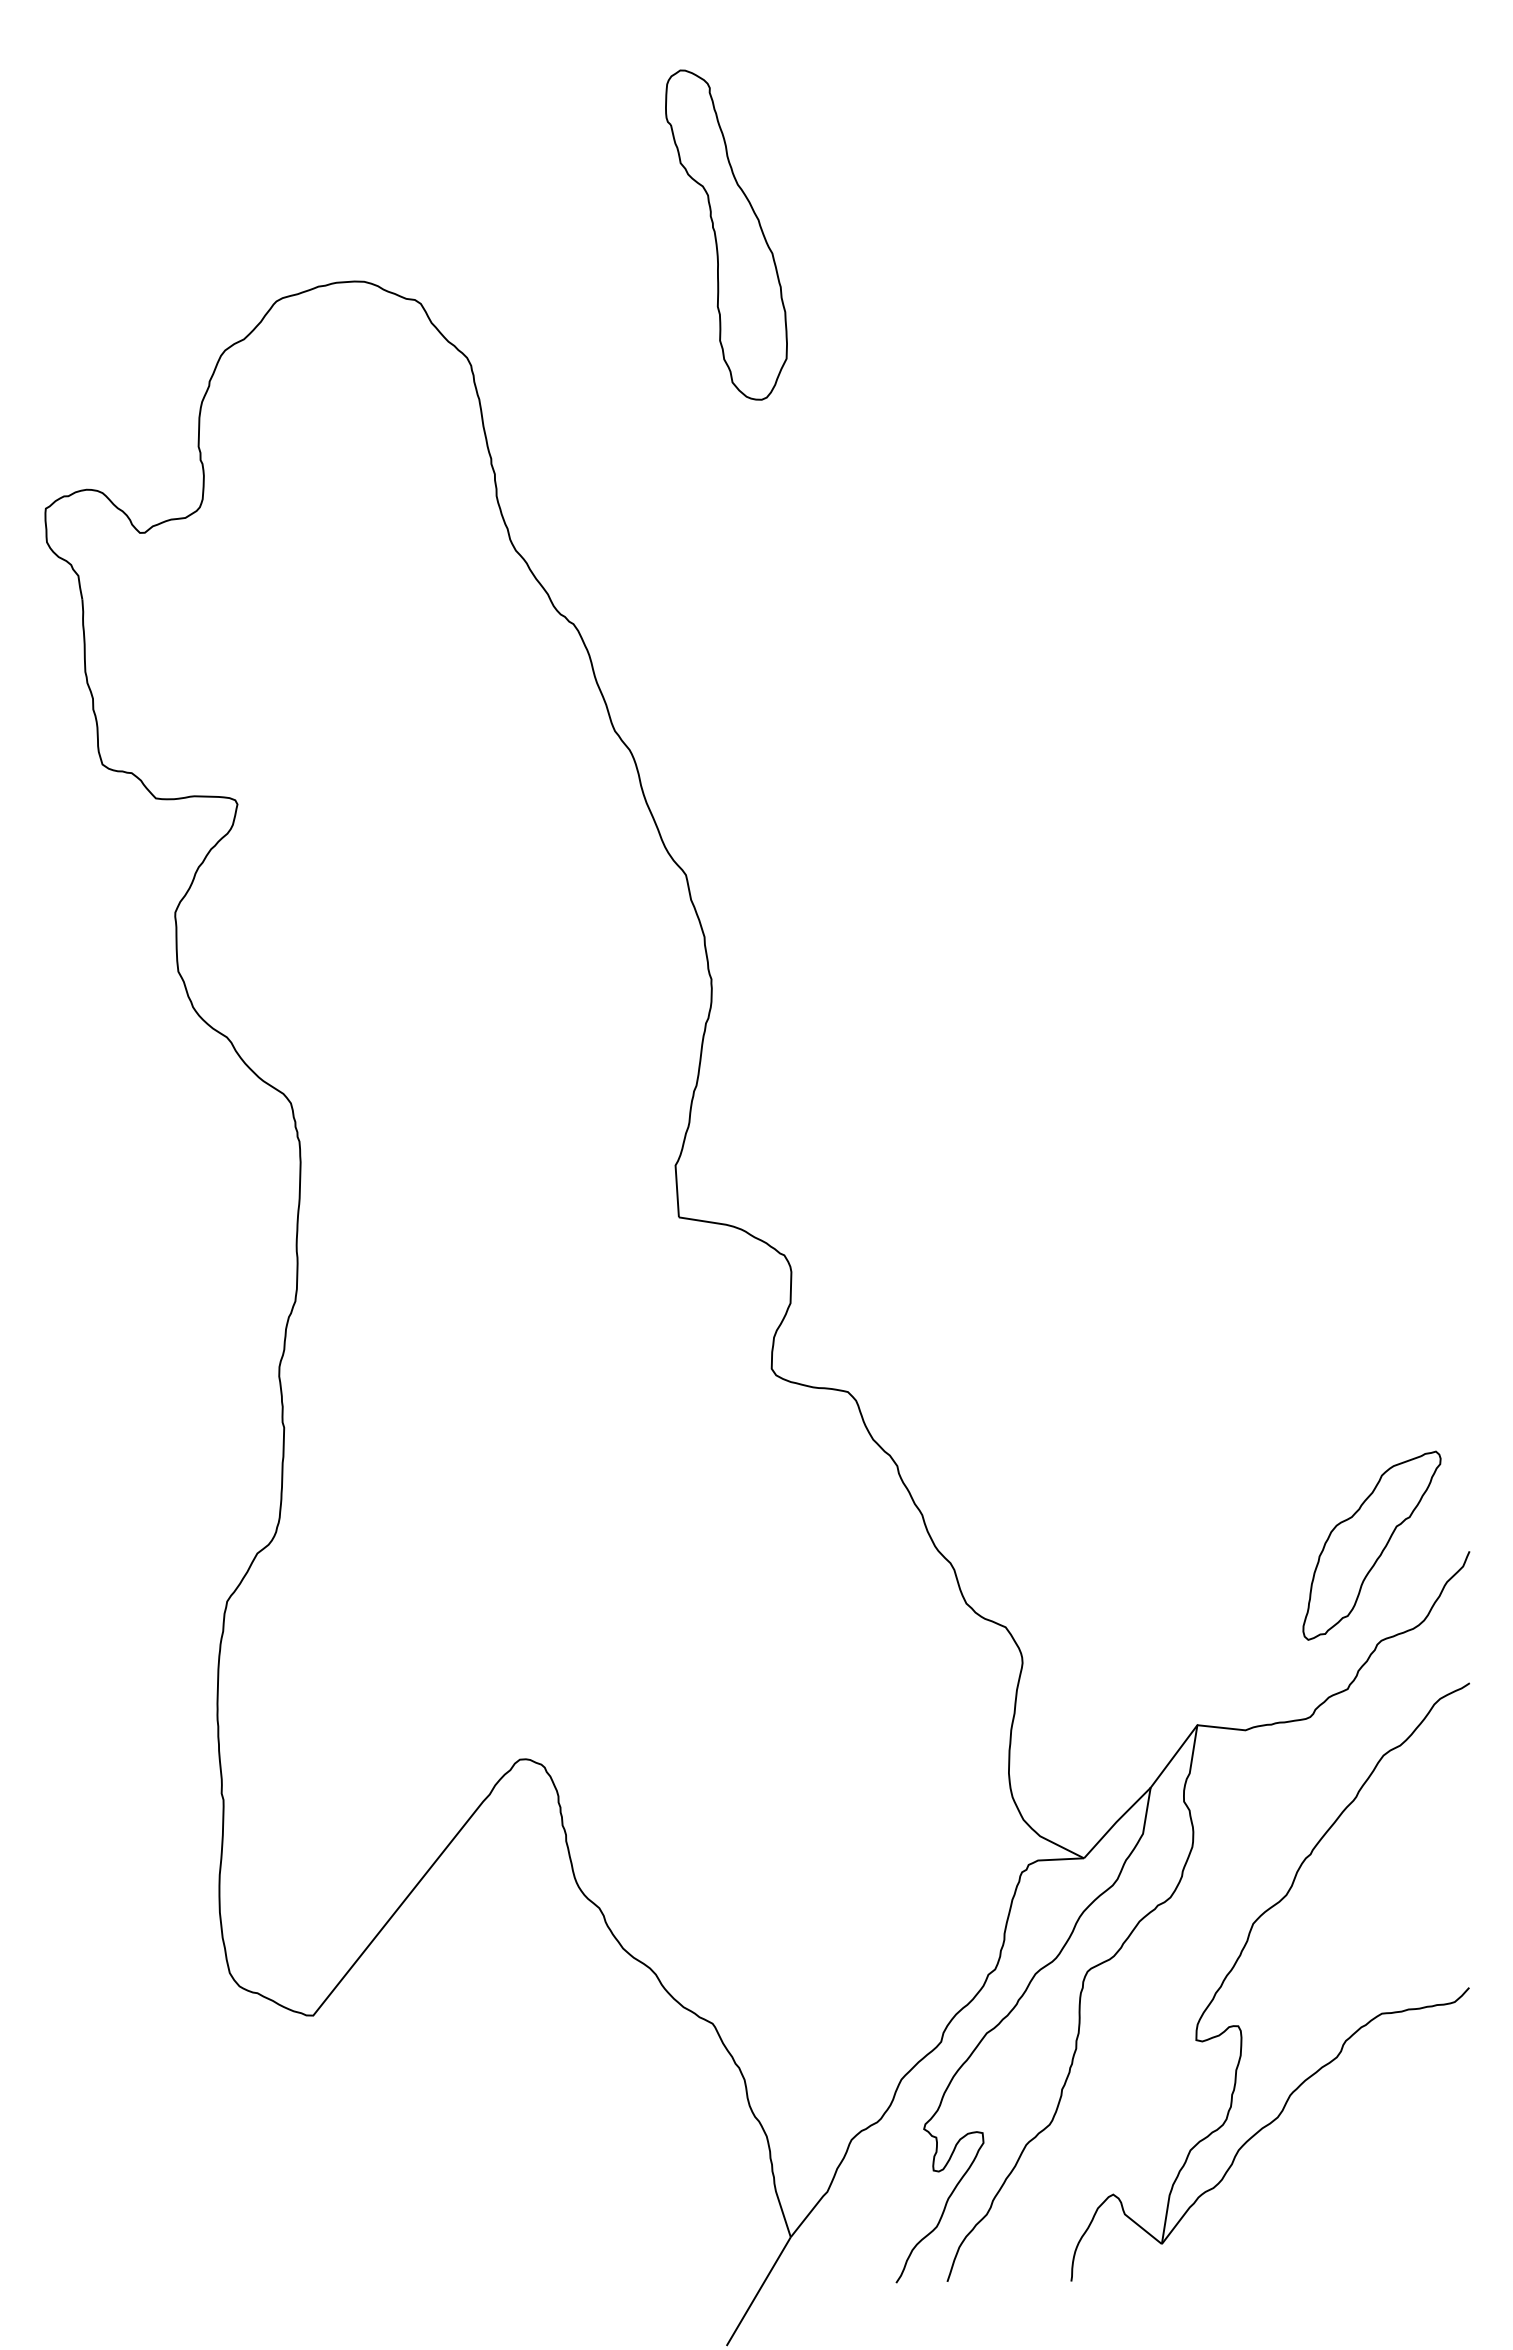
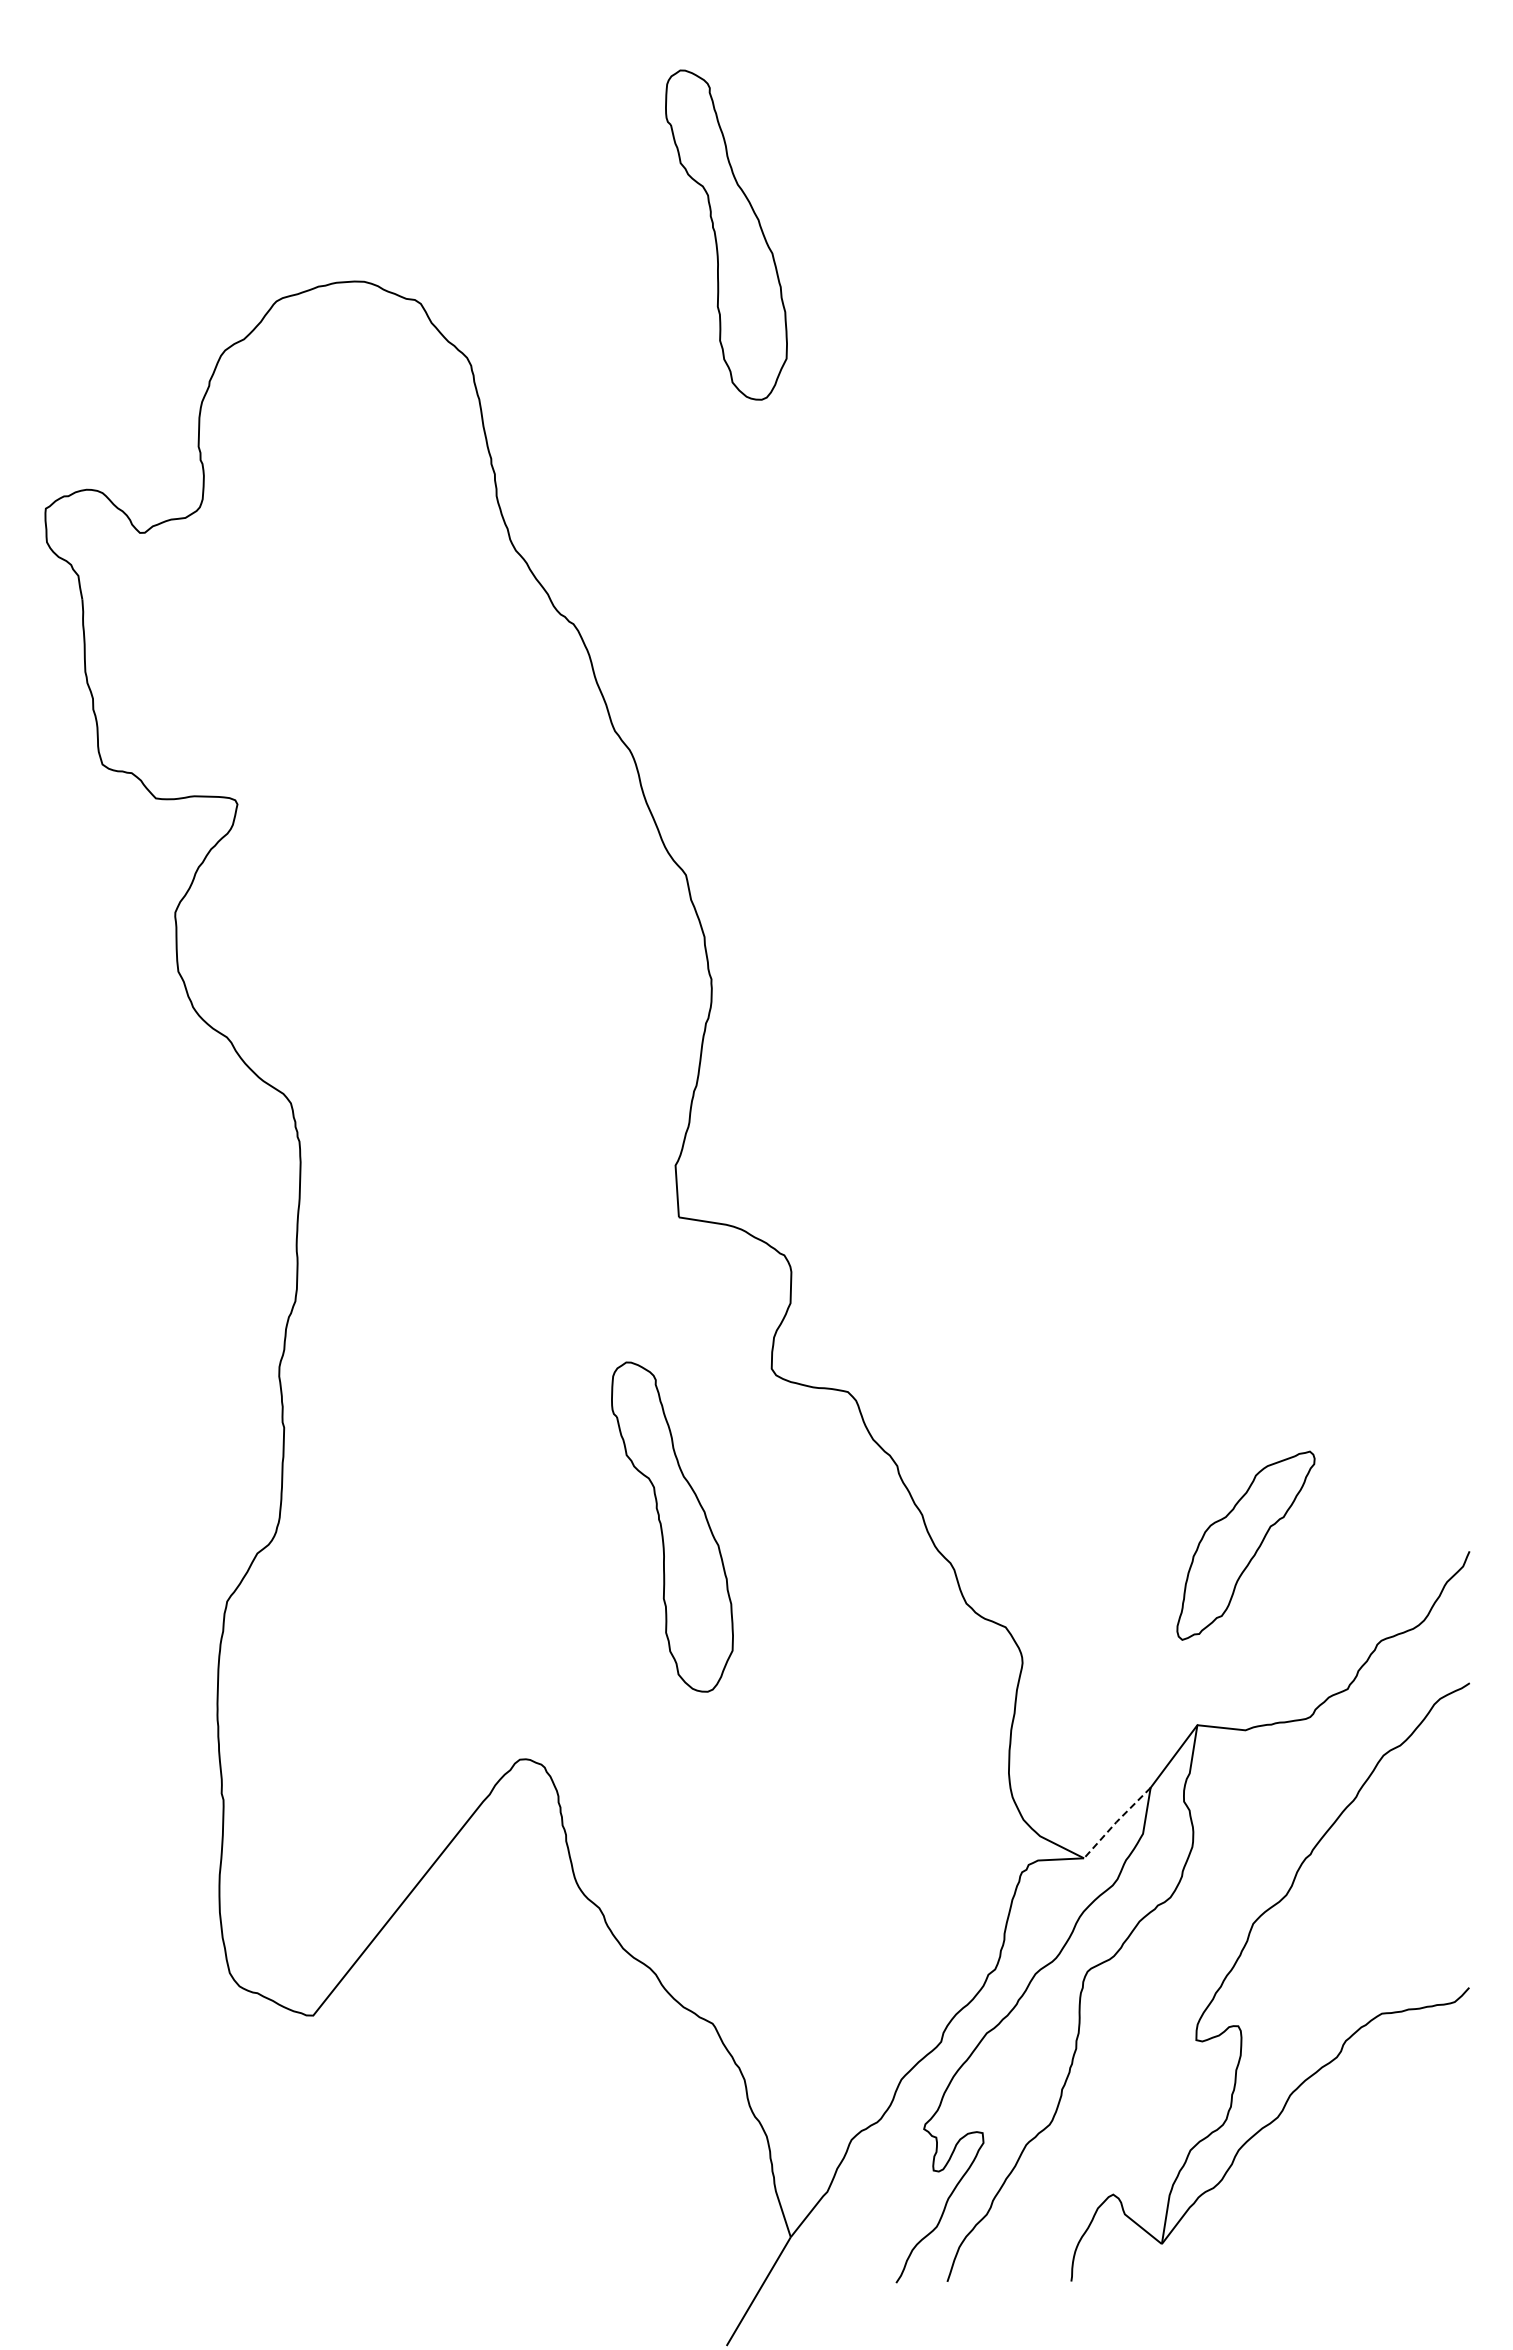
part at (672, 1526): none -> present
part at (1371, 1545) position: (1371, 1545) -> (1245, 1545)
line at (1116, 1822): solid -> dashed
